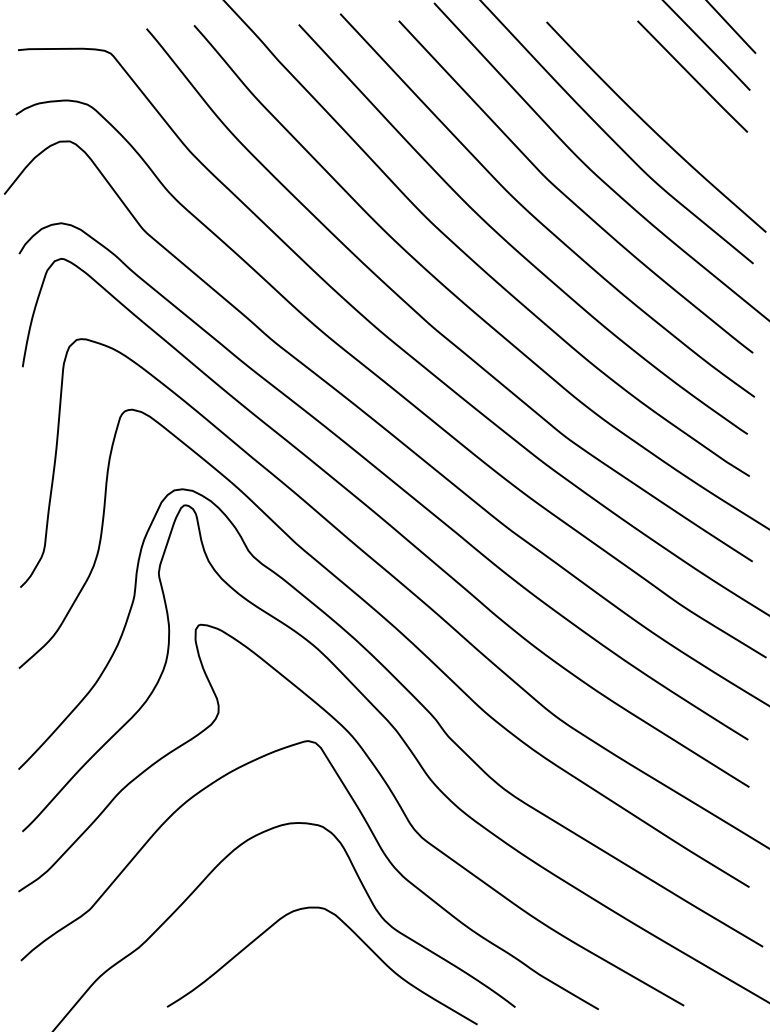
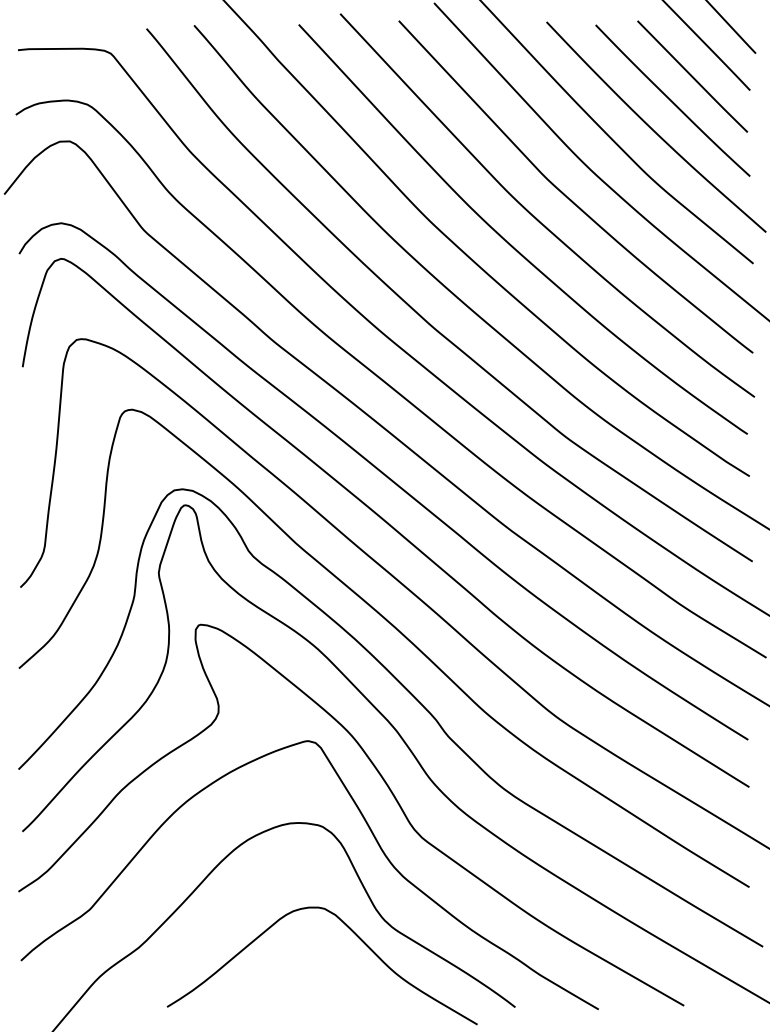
curve at (672, 100): none -> present
